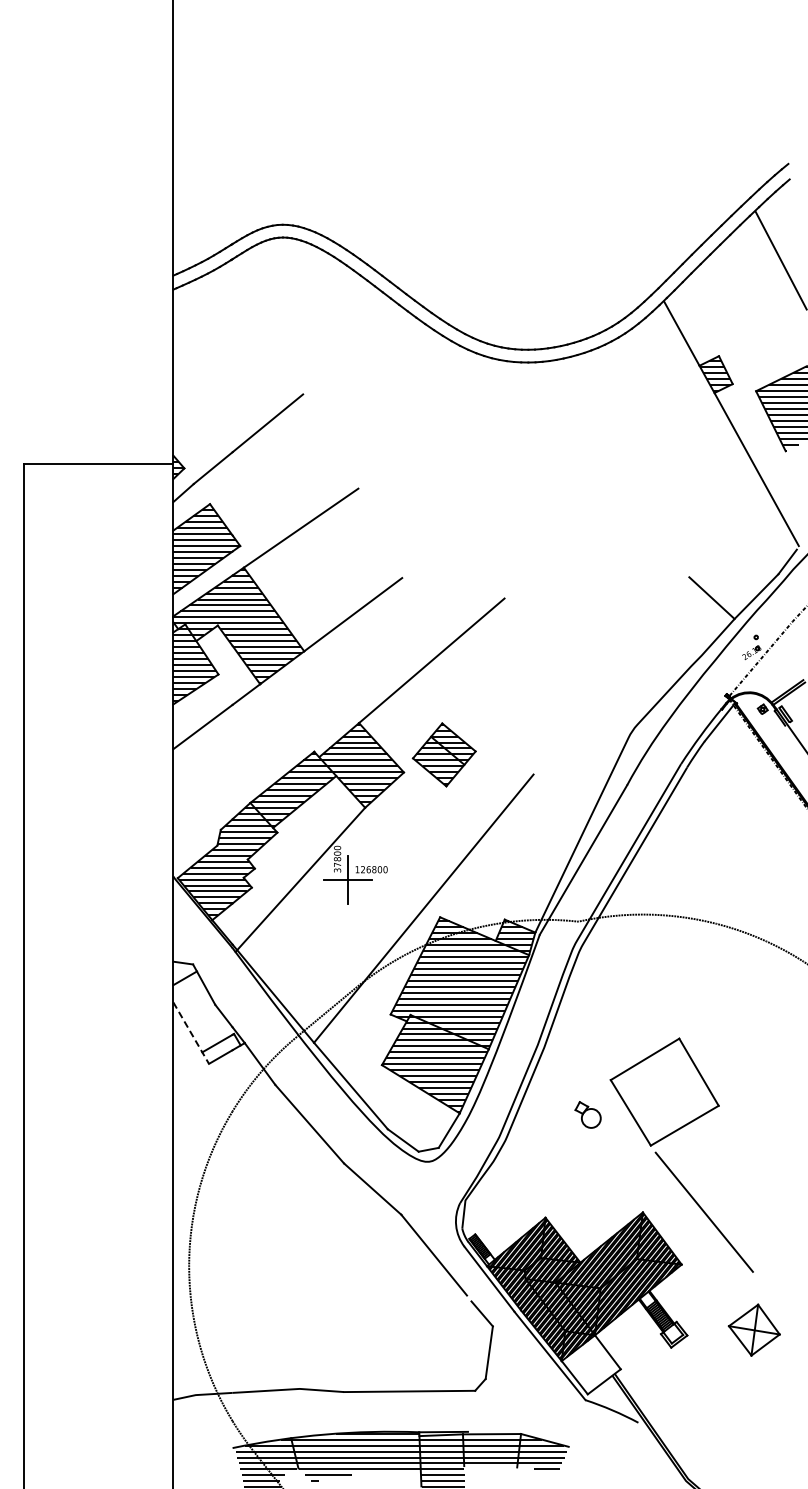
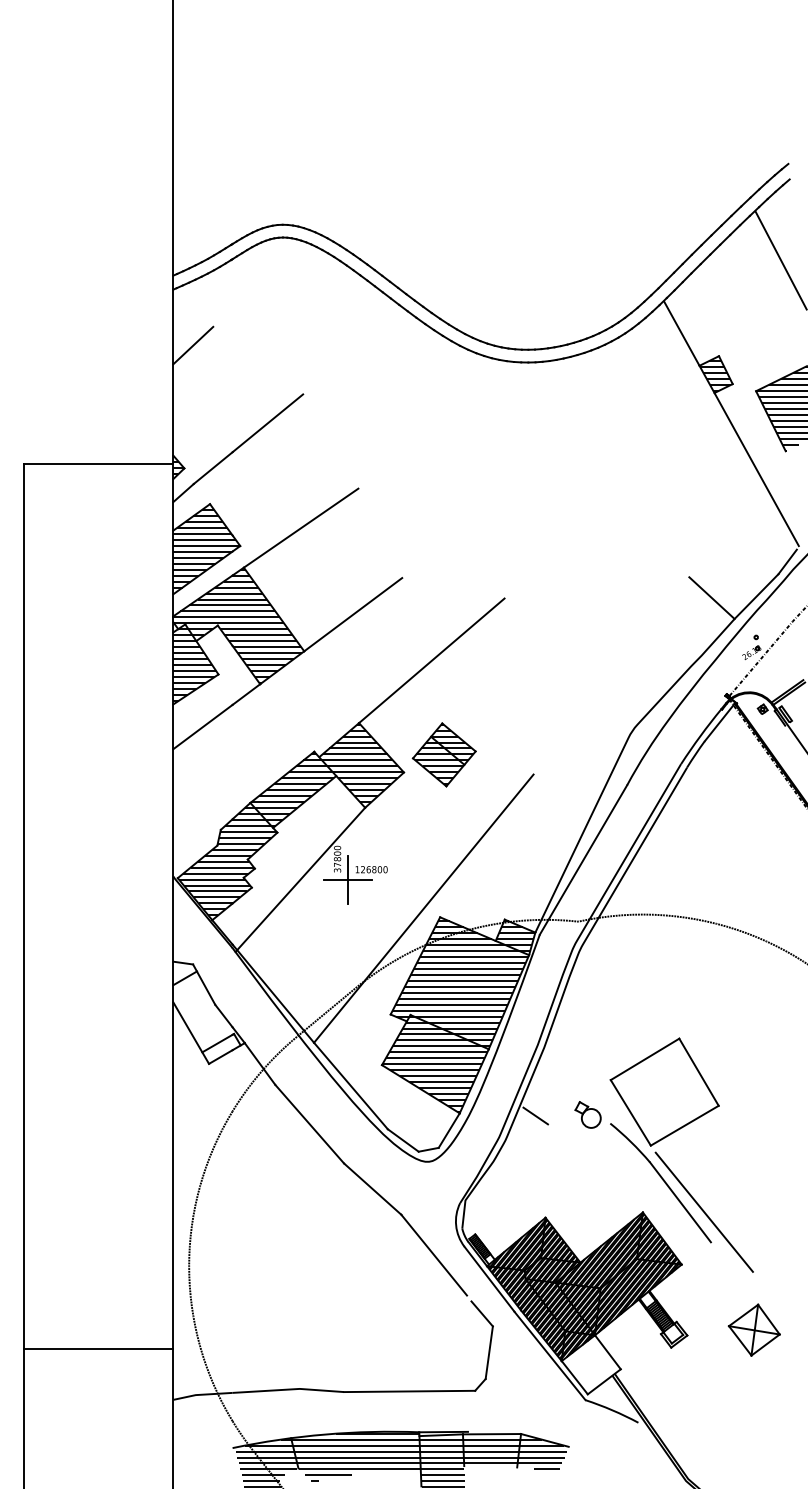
line at (193, 345): none -> present
line at (191, 1033): dashed -> solid
line at (535, 1115): none -> present
part at (660, 1183): none -> present
line at (98, 1349): none -> present
